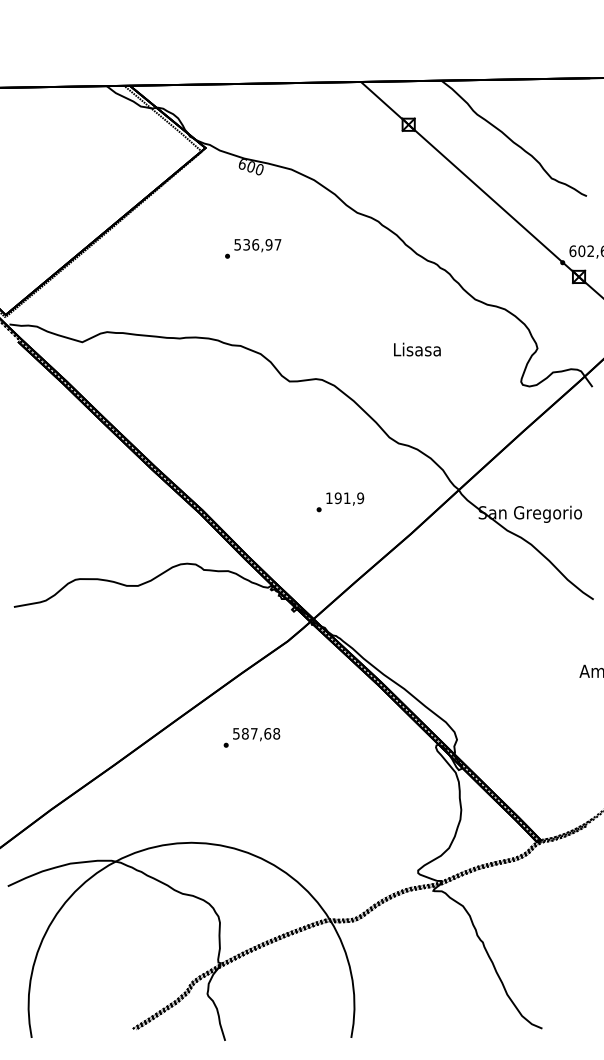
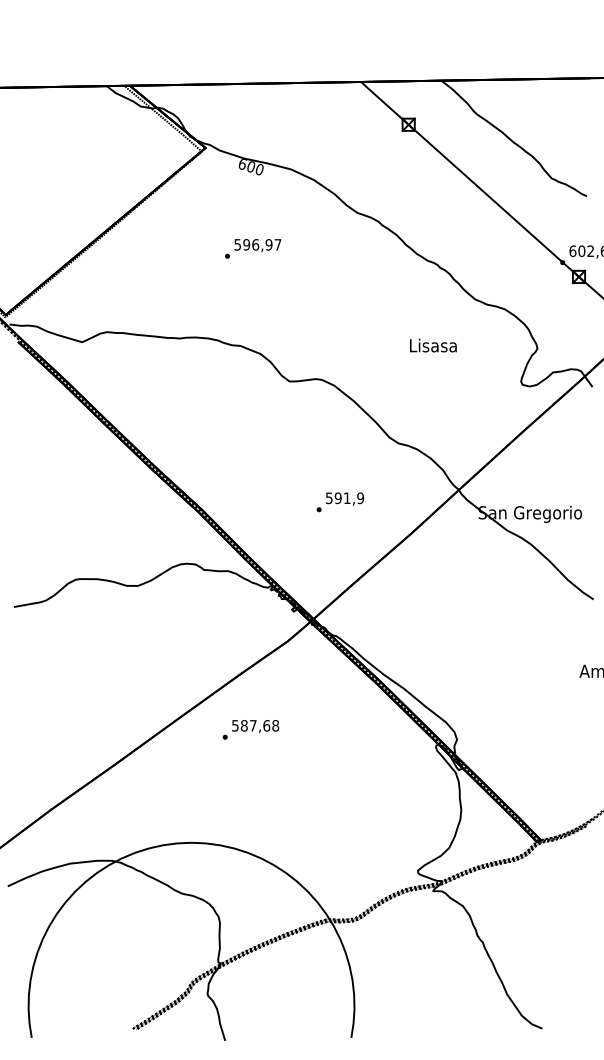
text at (246, 244): 536,97 -> 596,97
text at (417, 349) position: (417, 349) -> (433, 345)
text at (329, 498): 191,9 -> 591,9
text at (251, 737) position: (251, 737) -> (250, 729)
